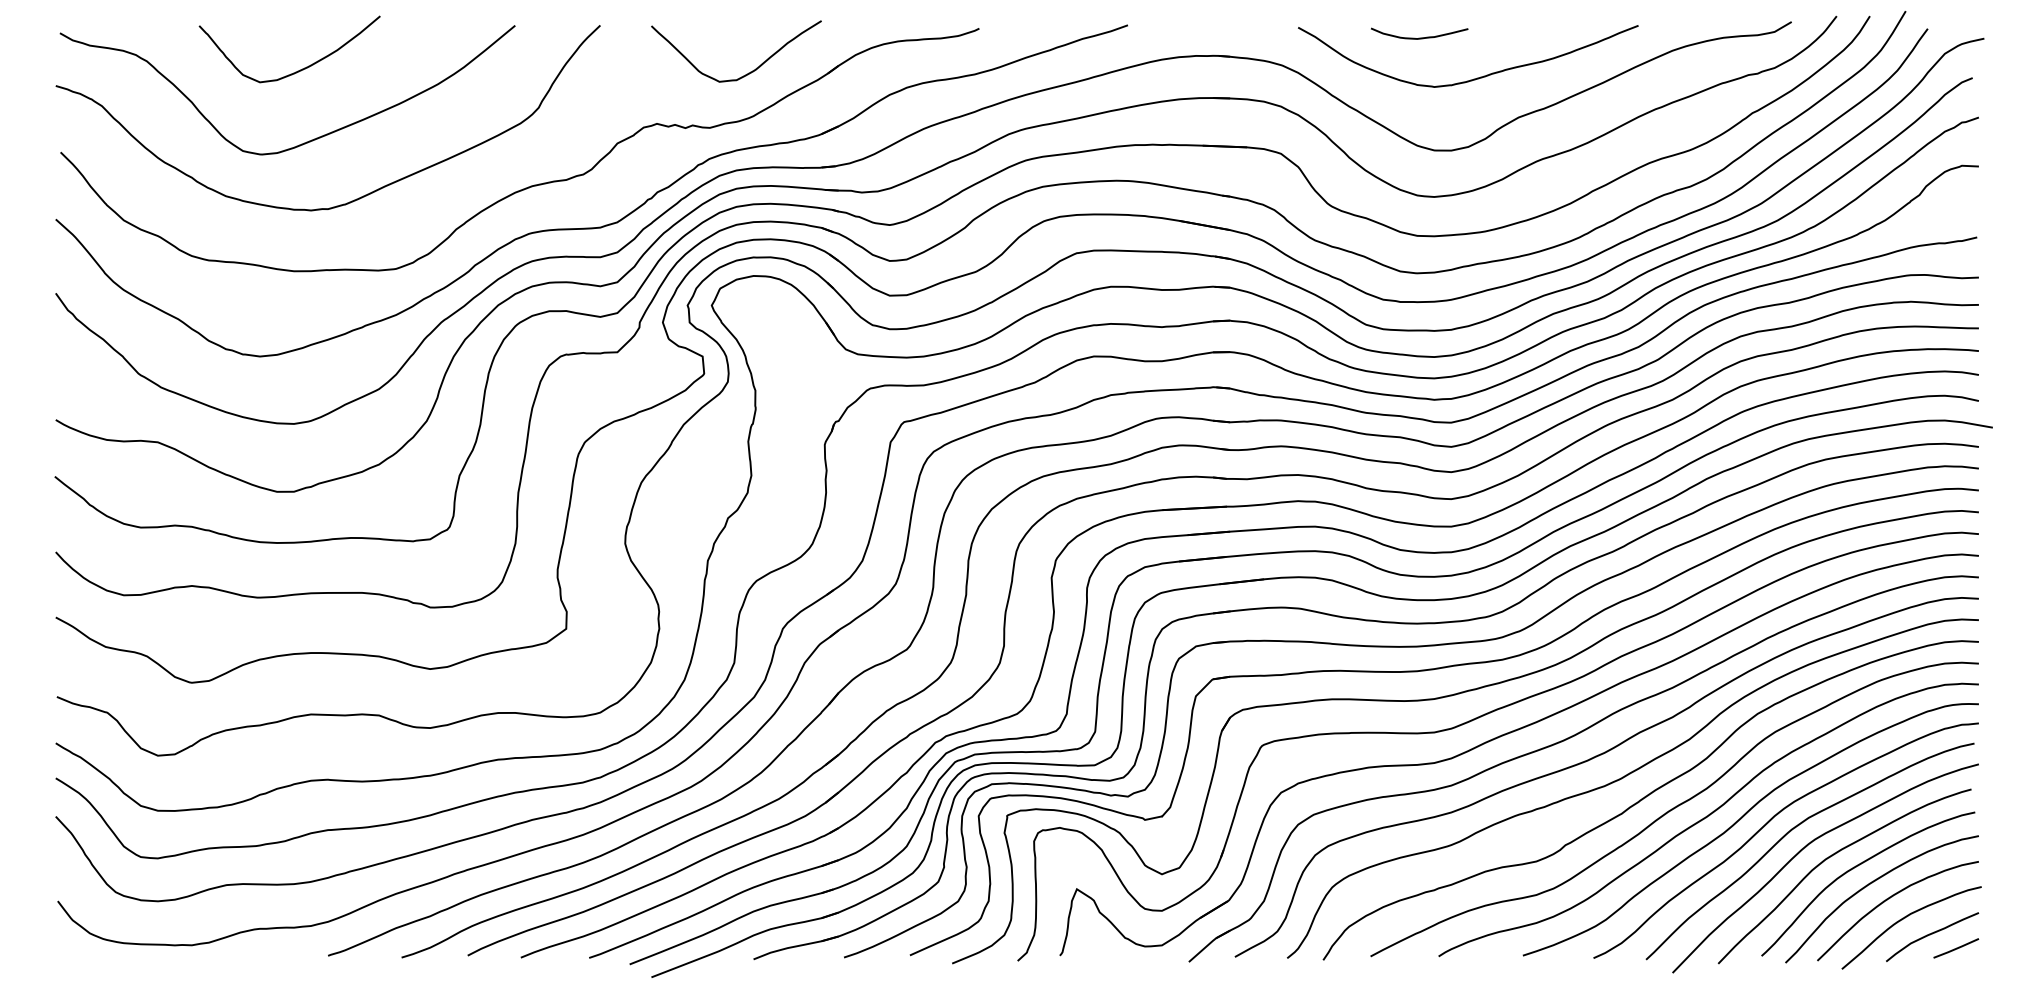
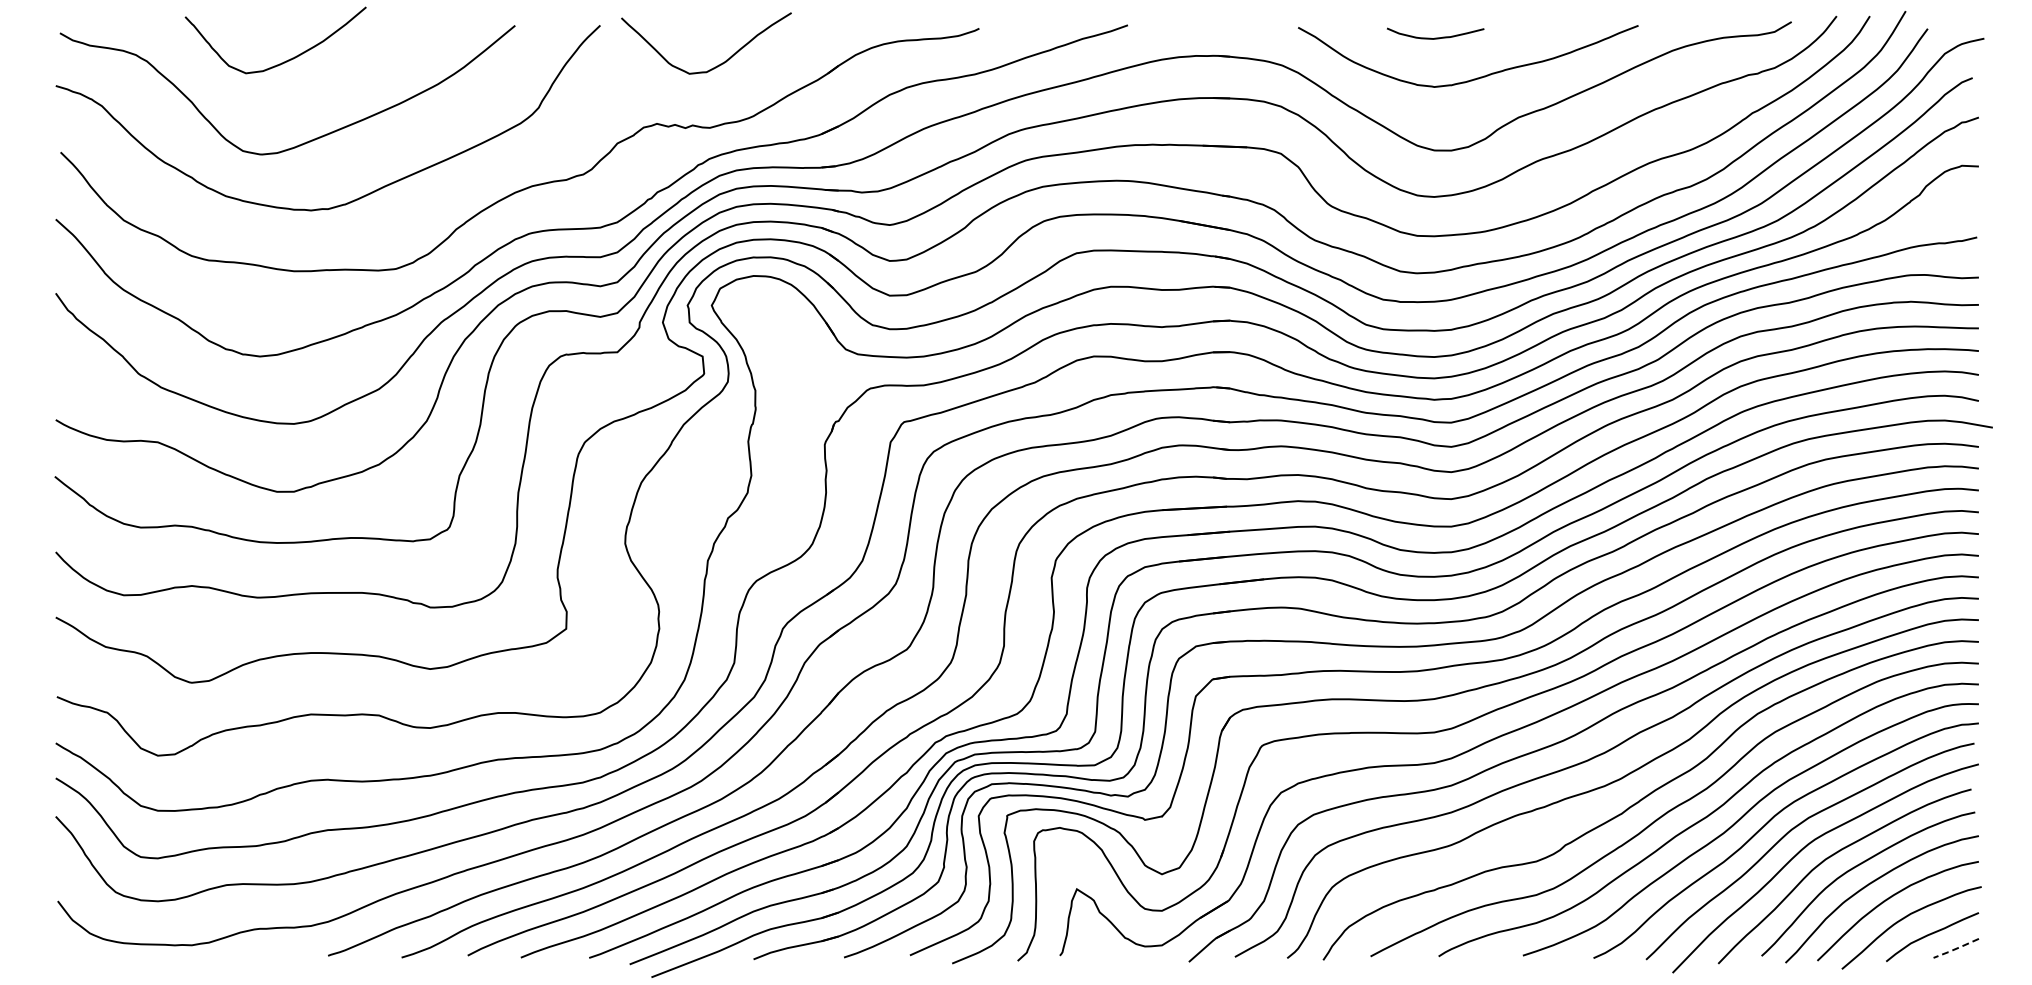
curve at (1419, 37) position: (1419, 37) -> (1435, 37)
curve at (297, 70) position: (297, 70) -> (283, 61)
curve at (748, 72) position: (748, 72) -> (718, 64)
line at (1956, 948): solid -> dashed
